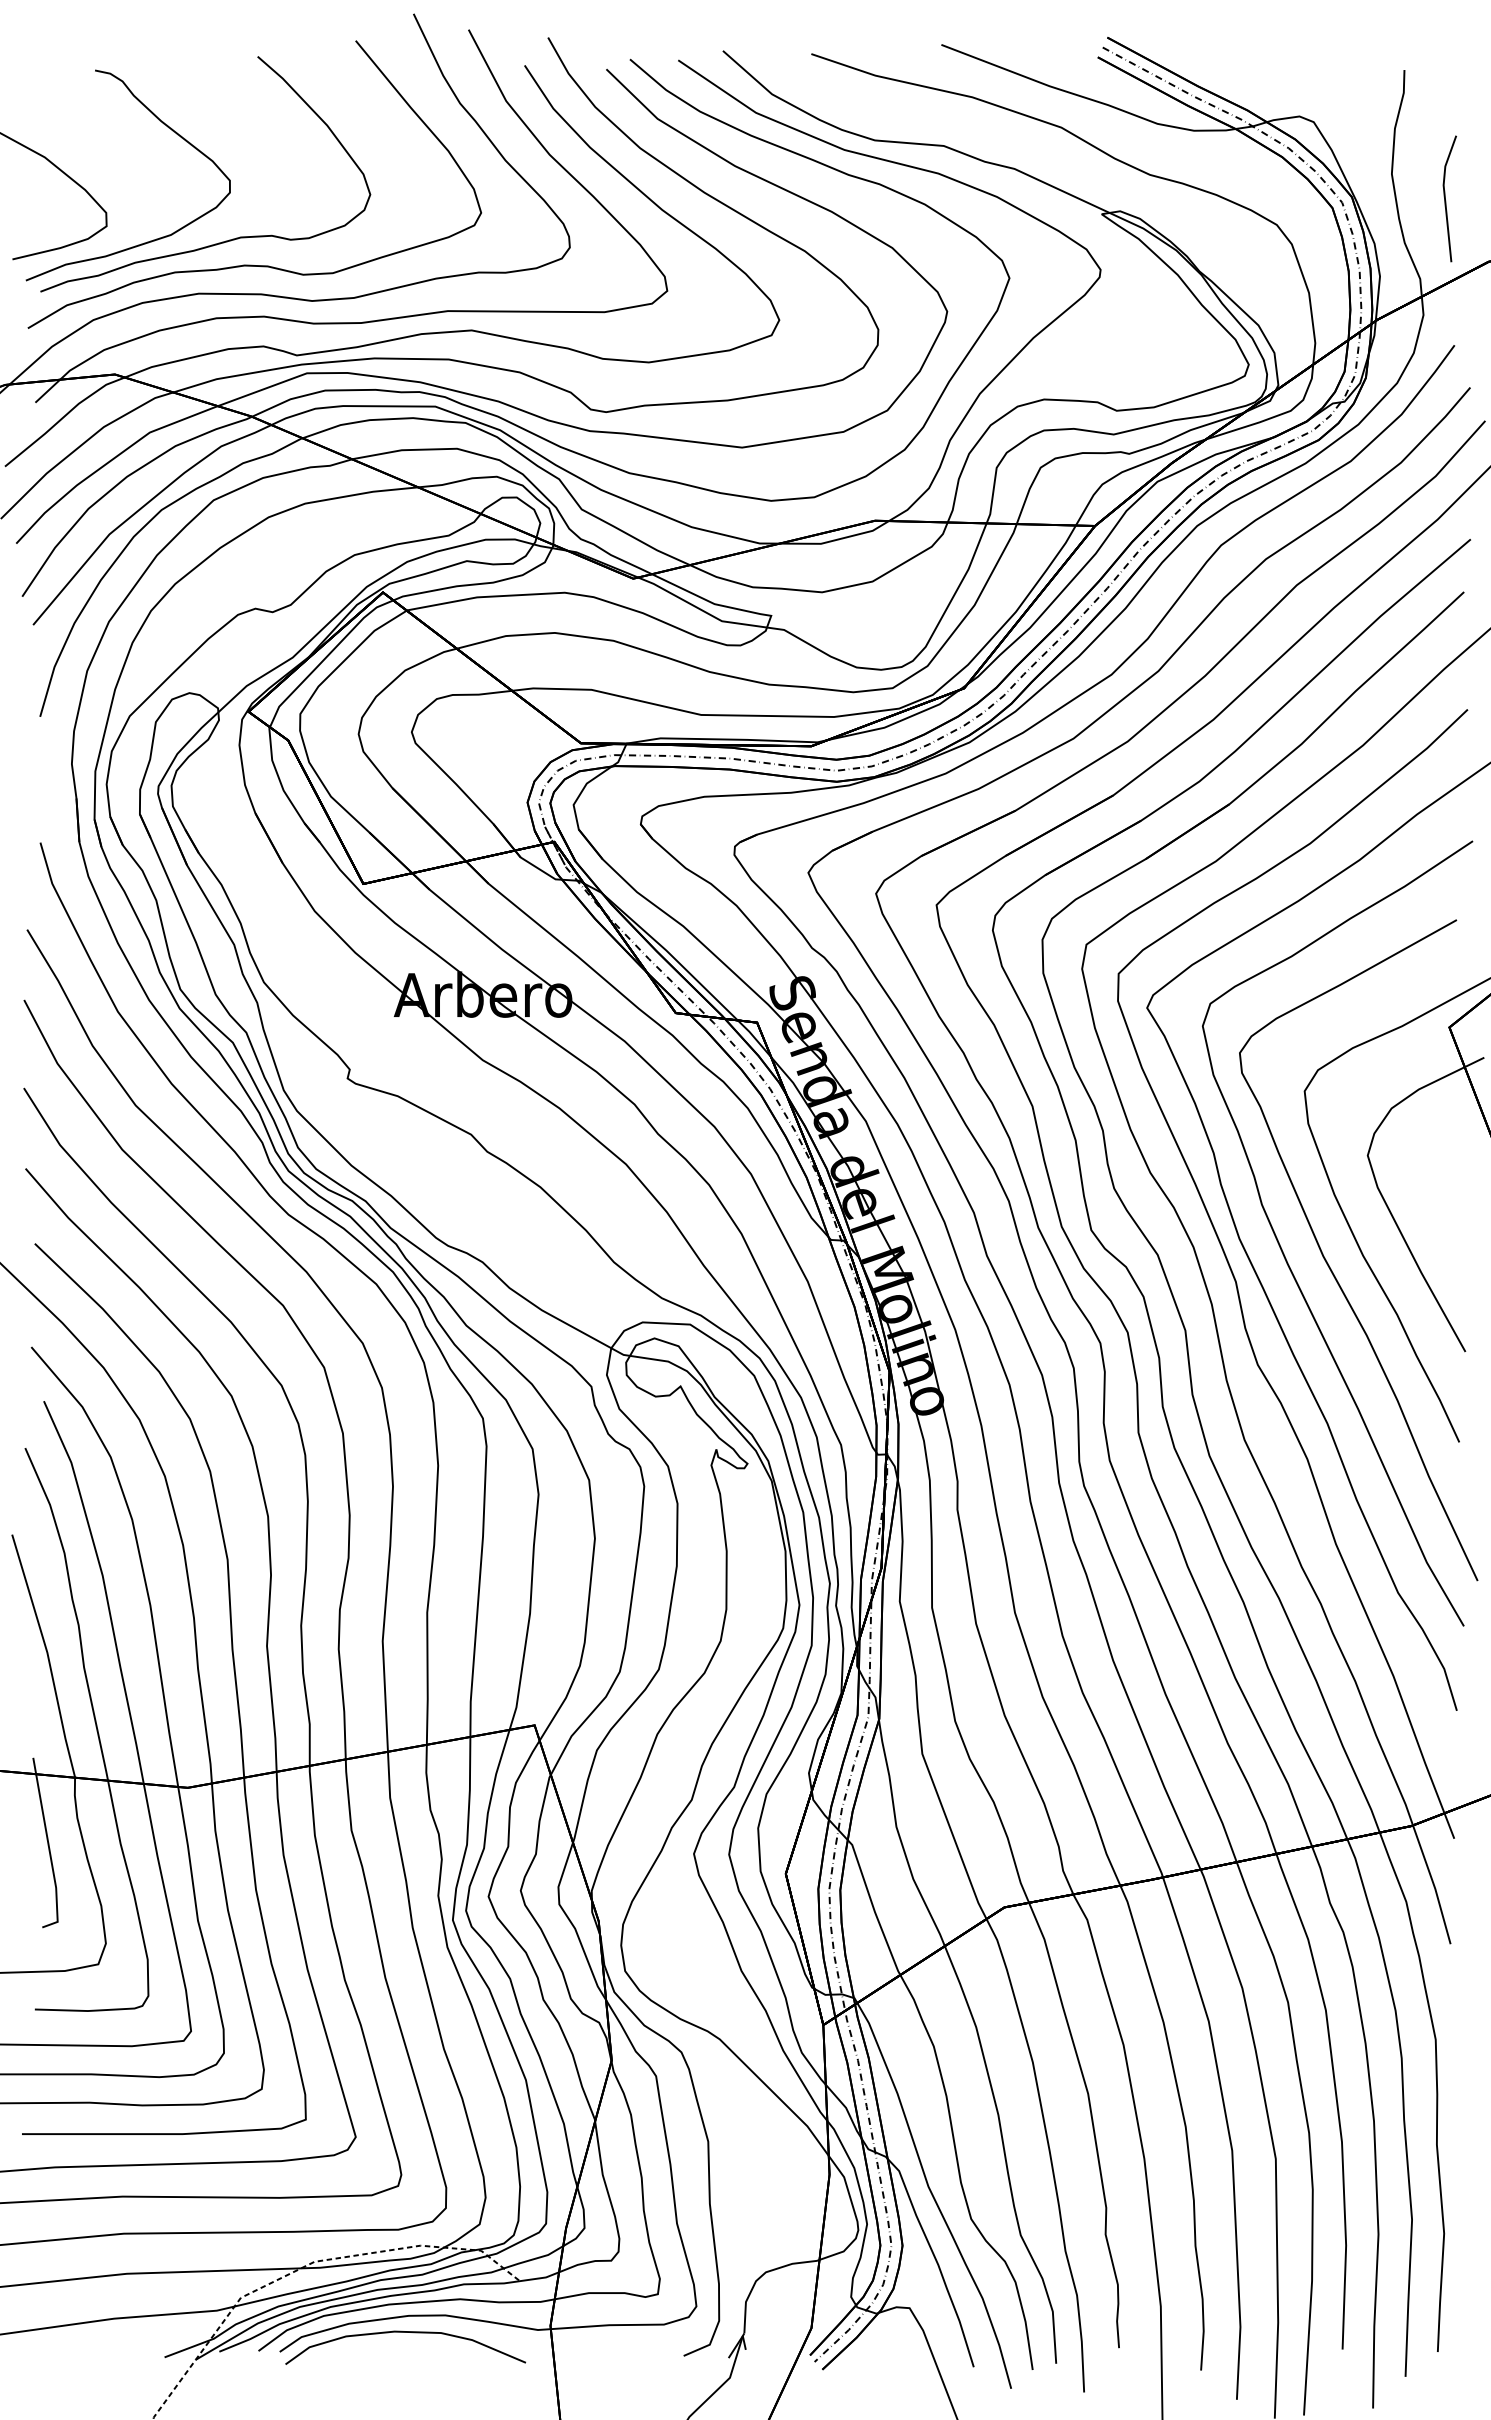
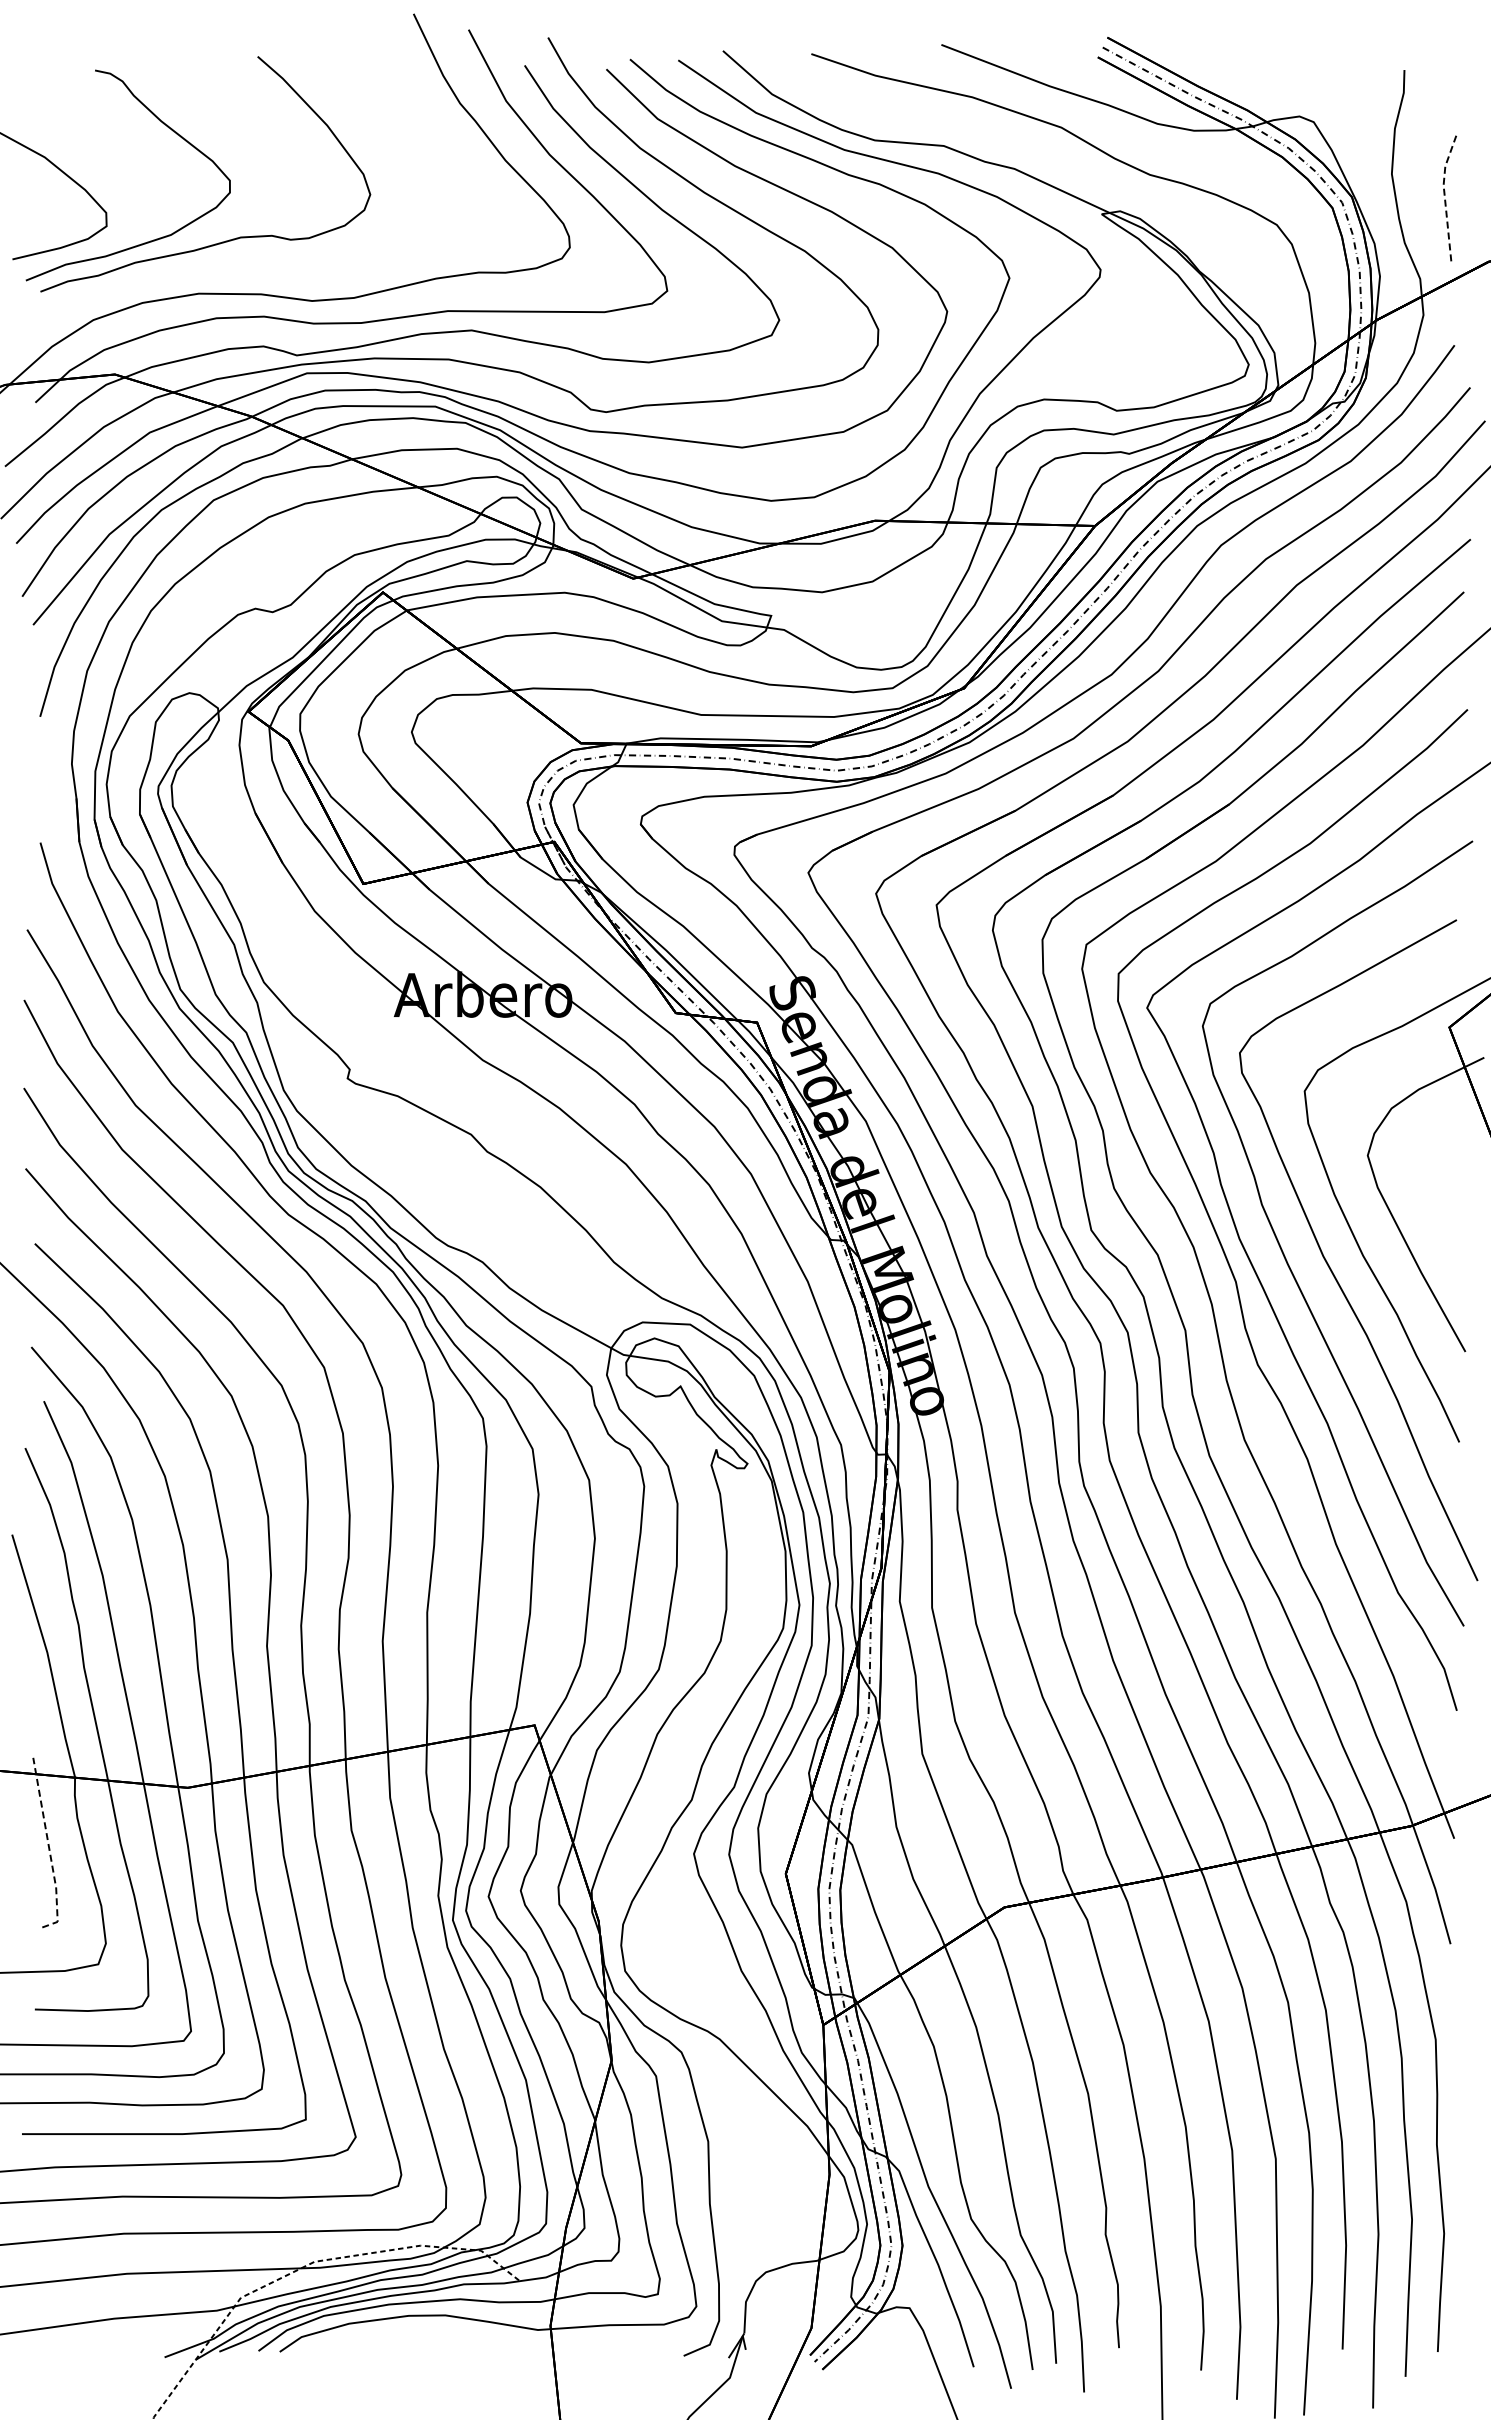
line at (1444, 197): solid -> dashed
curve at (252, 264): present -> none
line at (49, 1848): solid -> dashed
curve at (405, 2332): present -> none
